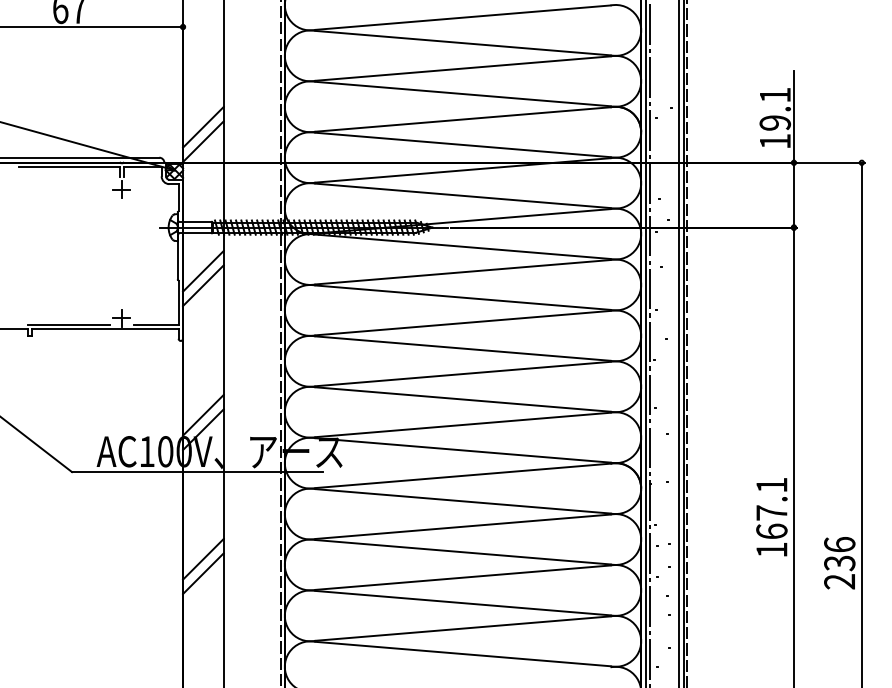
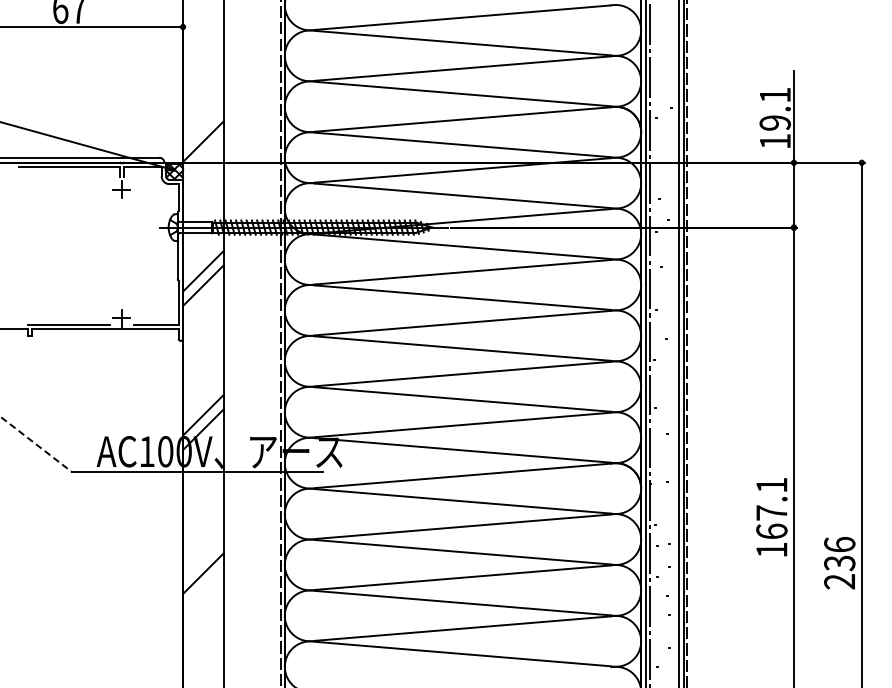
line at (203, 126): present -> none
line at (36, 444): solid -> dashed
line at (203, 558): present -> none
